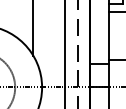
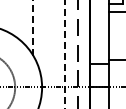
line at (33, 27): solid -> dashed
line at (64, 55): solid -> dashed
